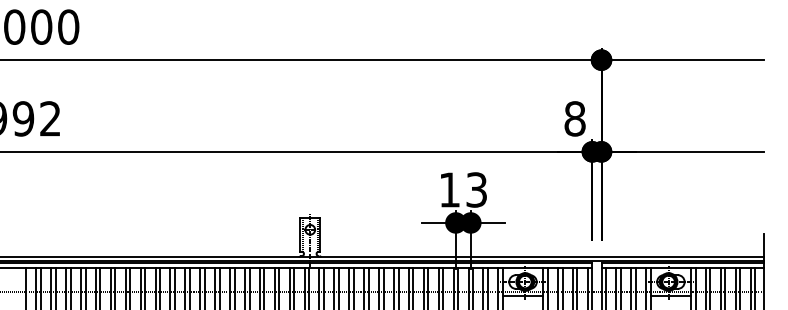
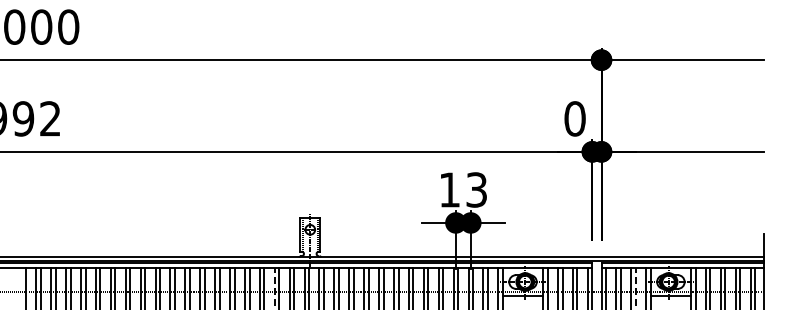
text at (574, 118): 8 -> 0
line at (274, 288): solid -> dashed
line at (635, 288): solid -> dashed
